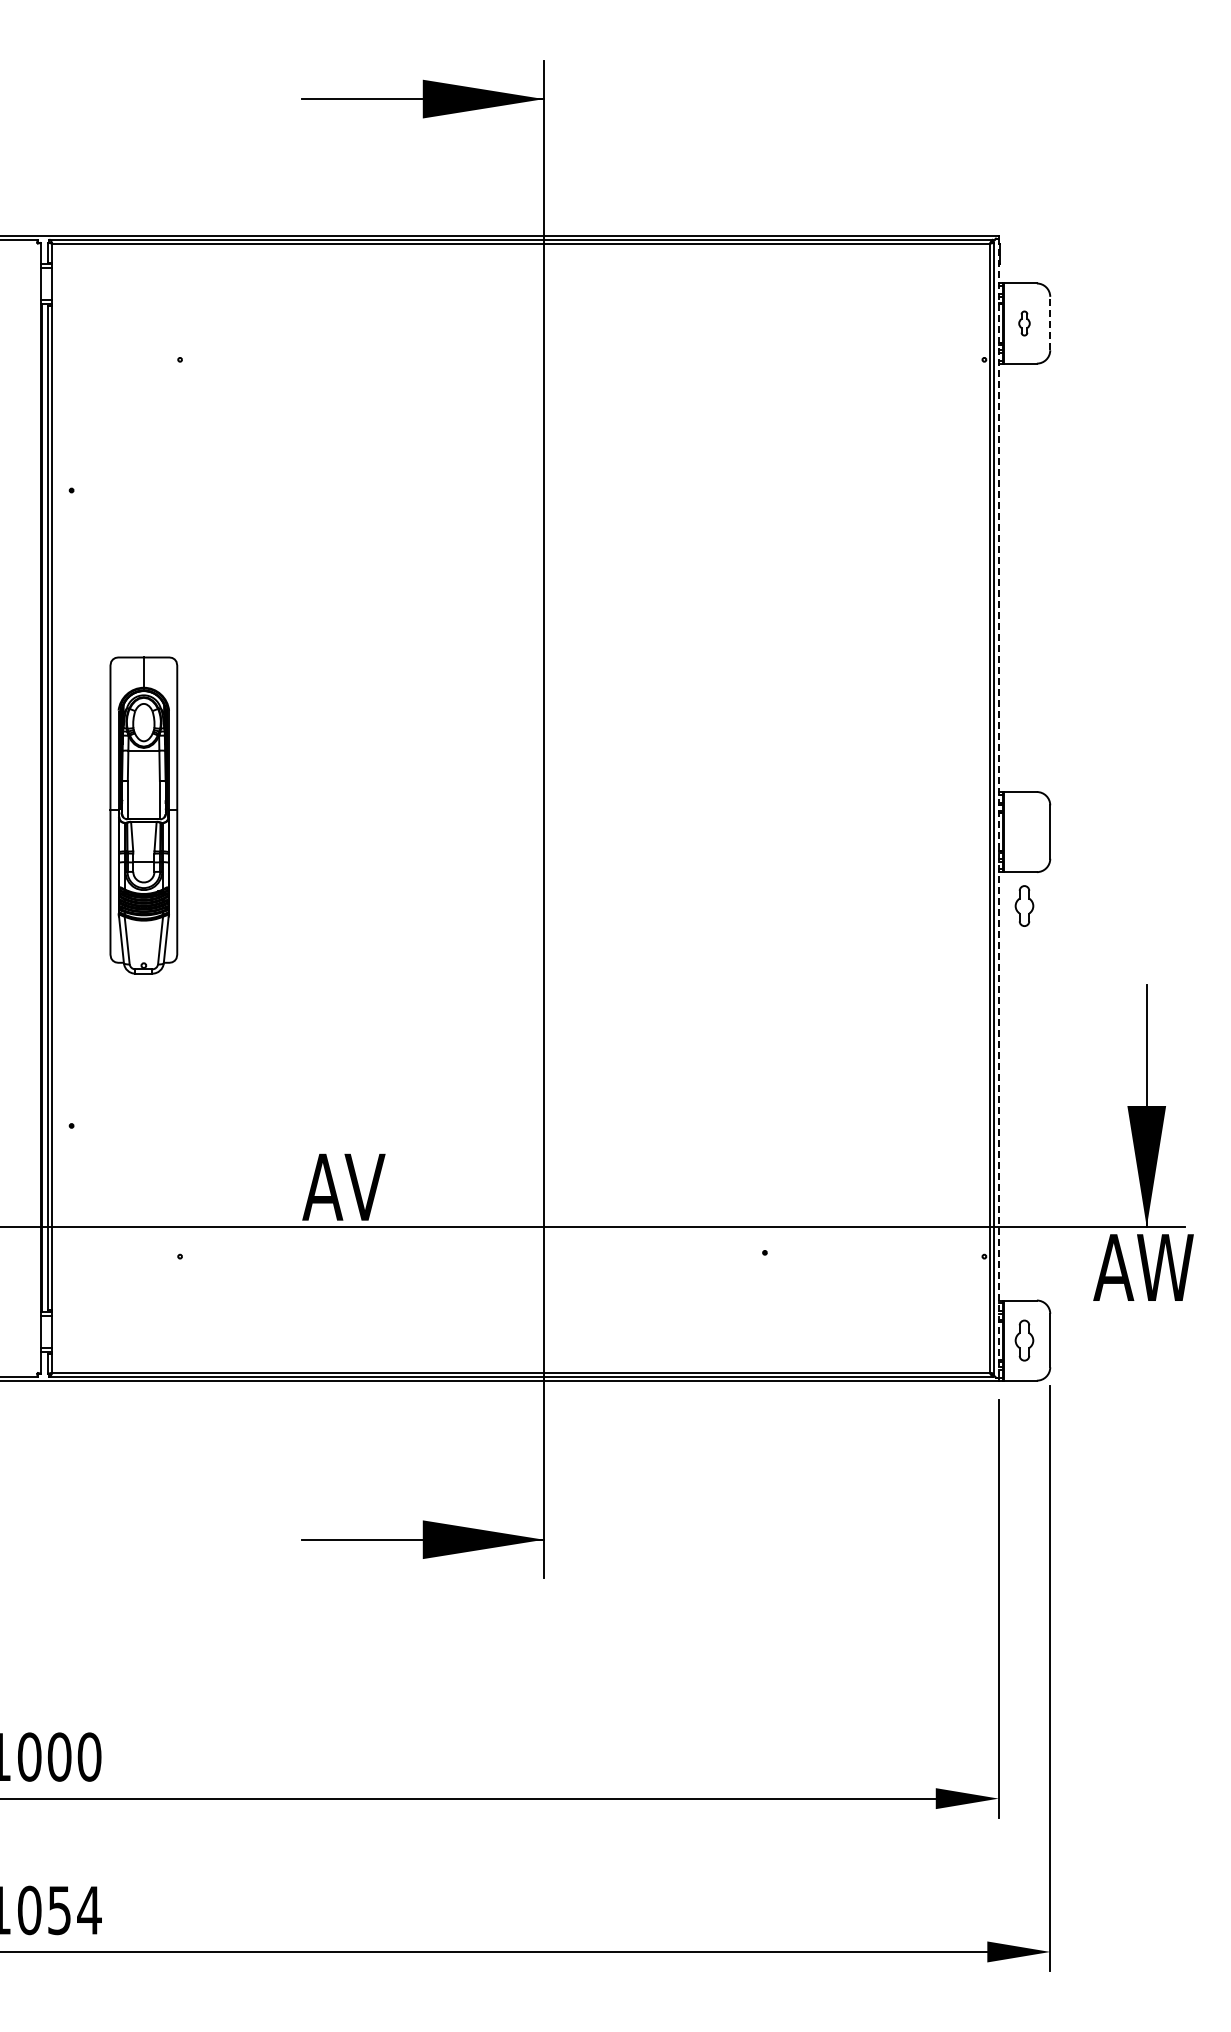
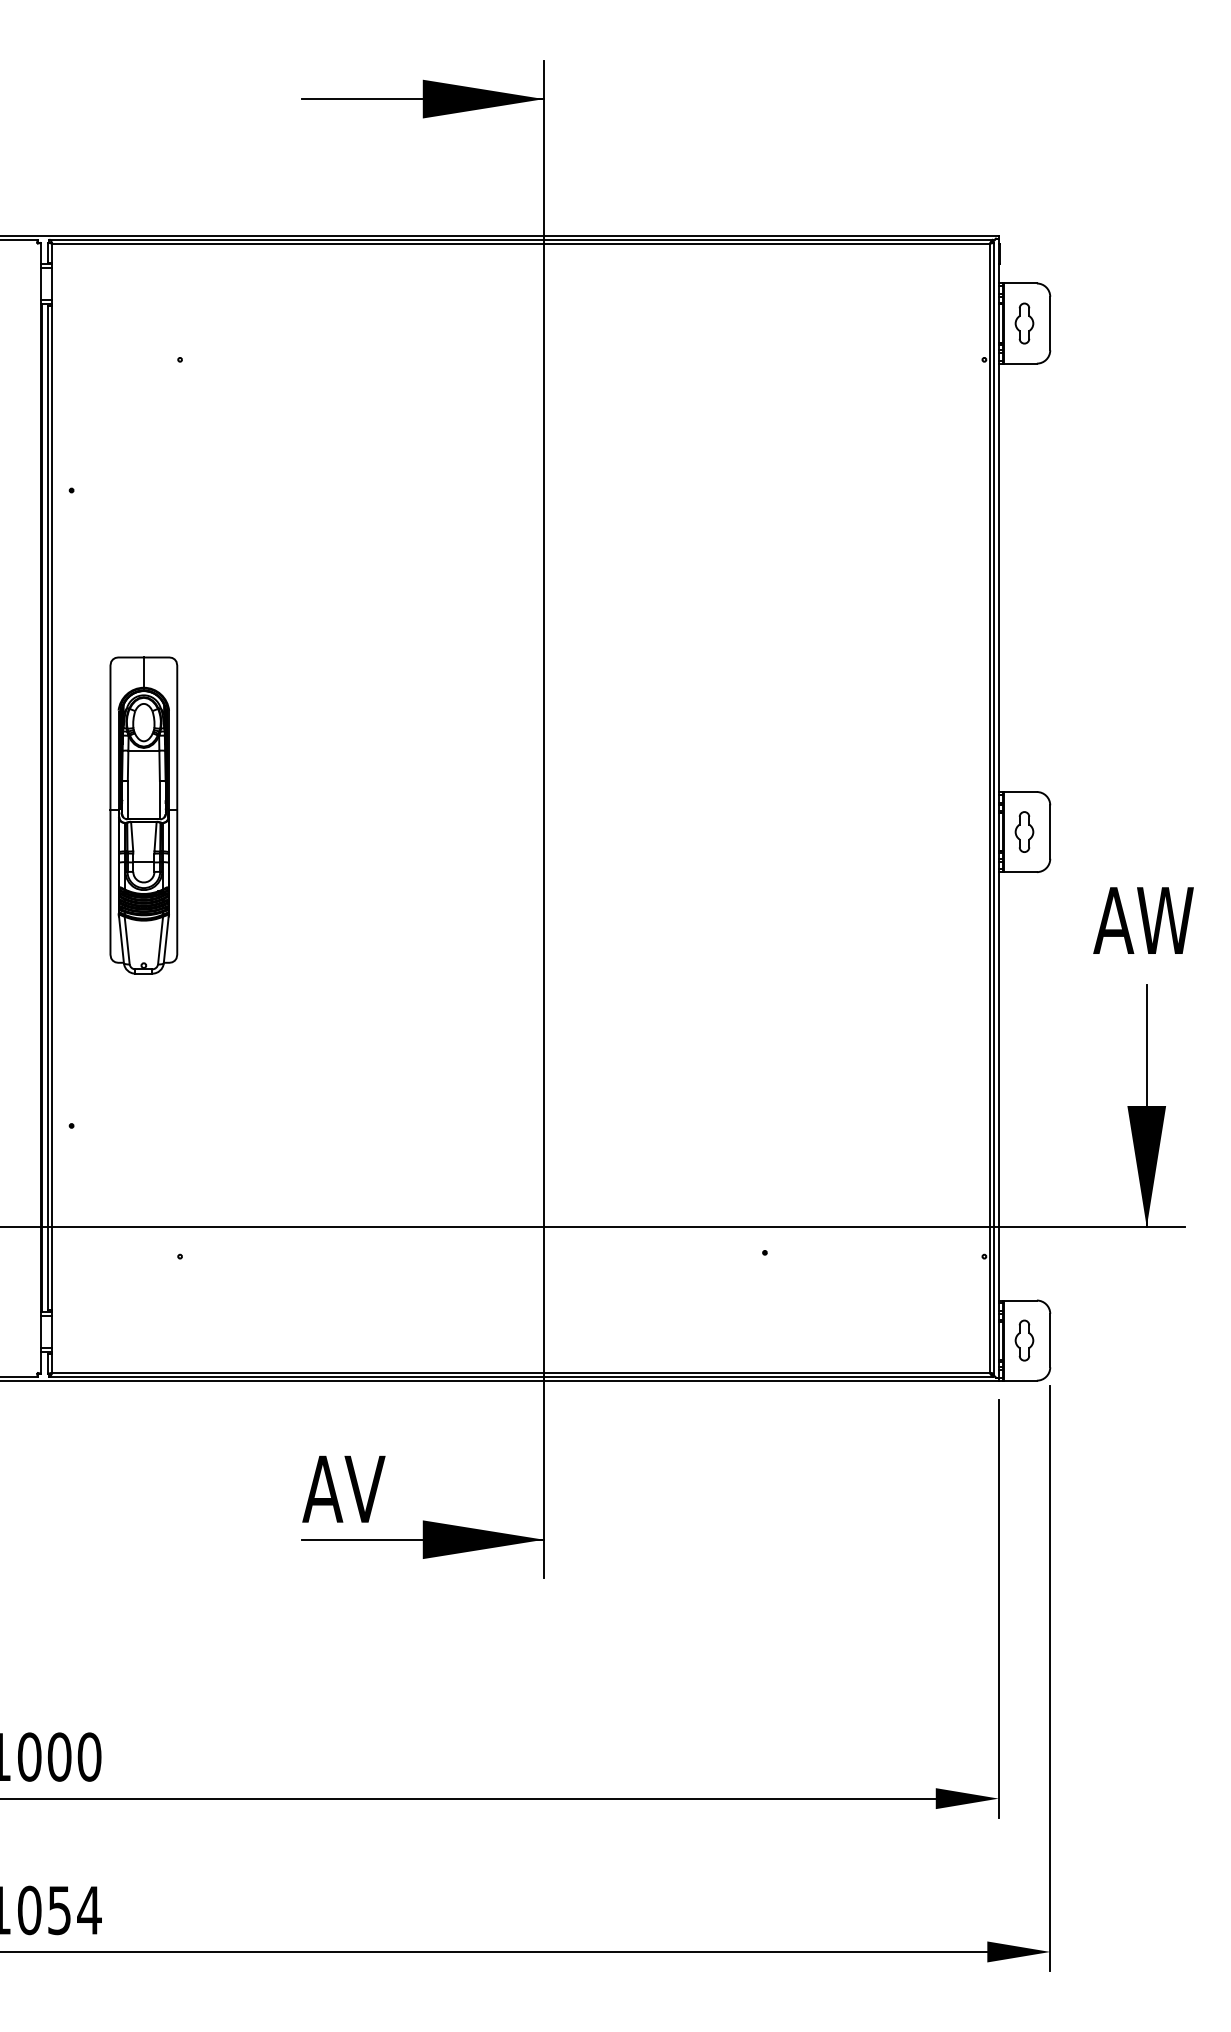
part at (1024, 323) size: 13x27 px -> 21x43 px
line at (1050, 323): dashed -> solid
line at (998, 807): dashed -> solid
part at (1024, 905) position: (1024, 905) -> (1024, 831)
text at (343, 1186) position: (343, 1186) -> (343, 1488)
text at (1143, 1267) position: (1143, 1267) -> (1143, 920)
